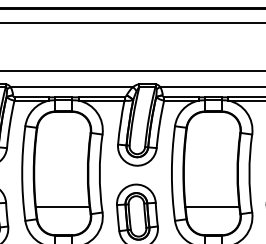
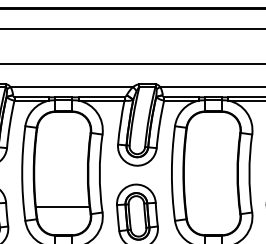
line at (132, 22) position: (132, 22) -> (132, 28)
line at (132, 70) position: (132, 70) -> (132, 63)
line at (212, 206): present -> none
